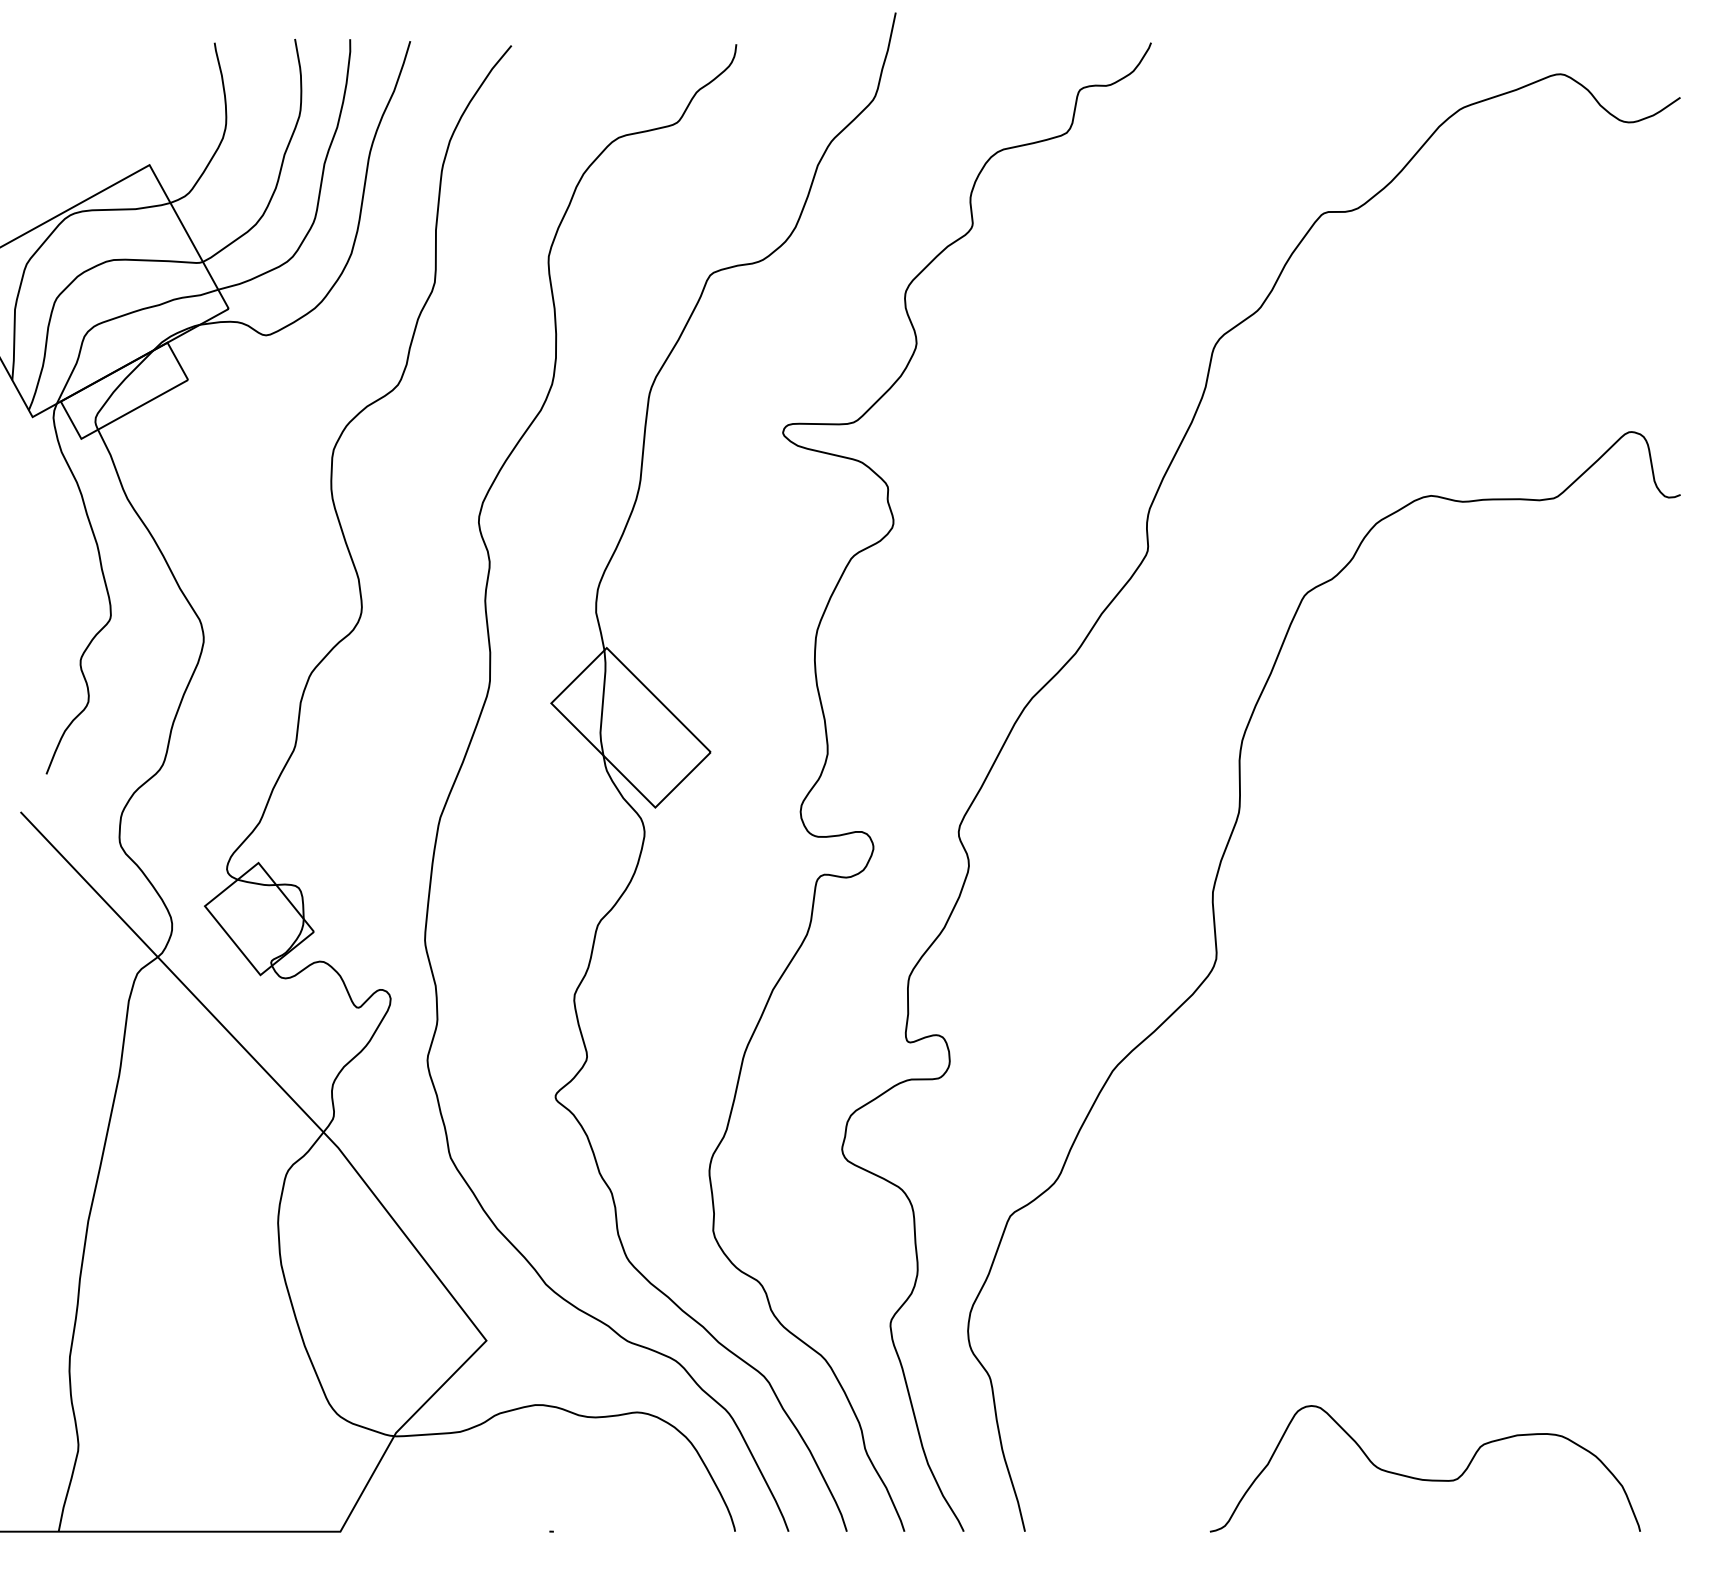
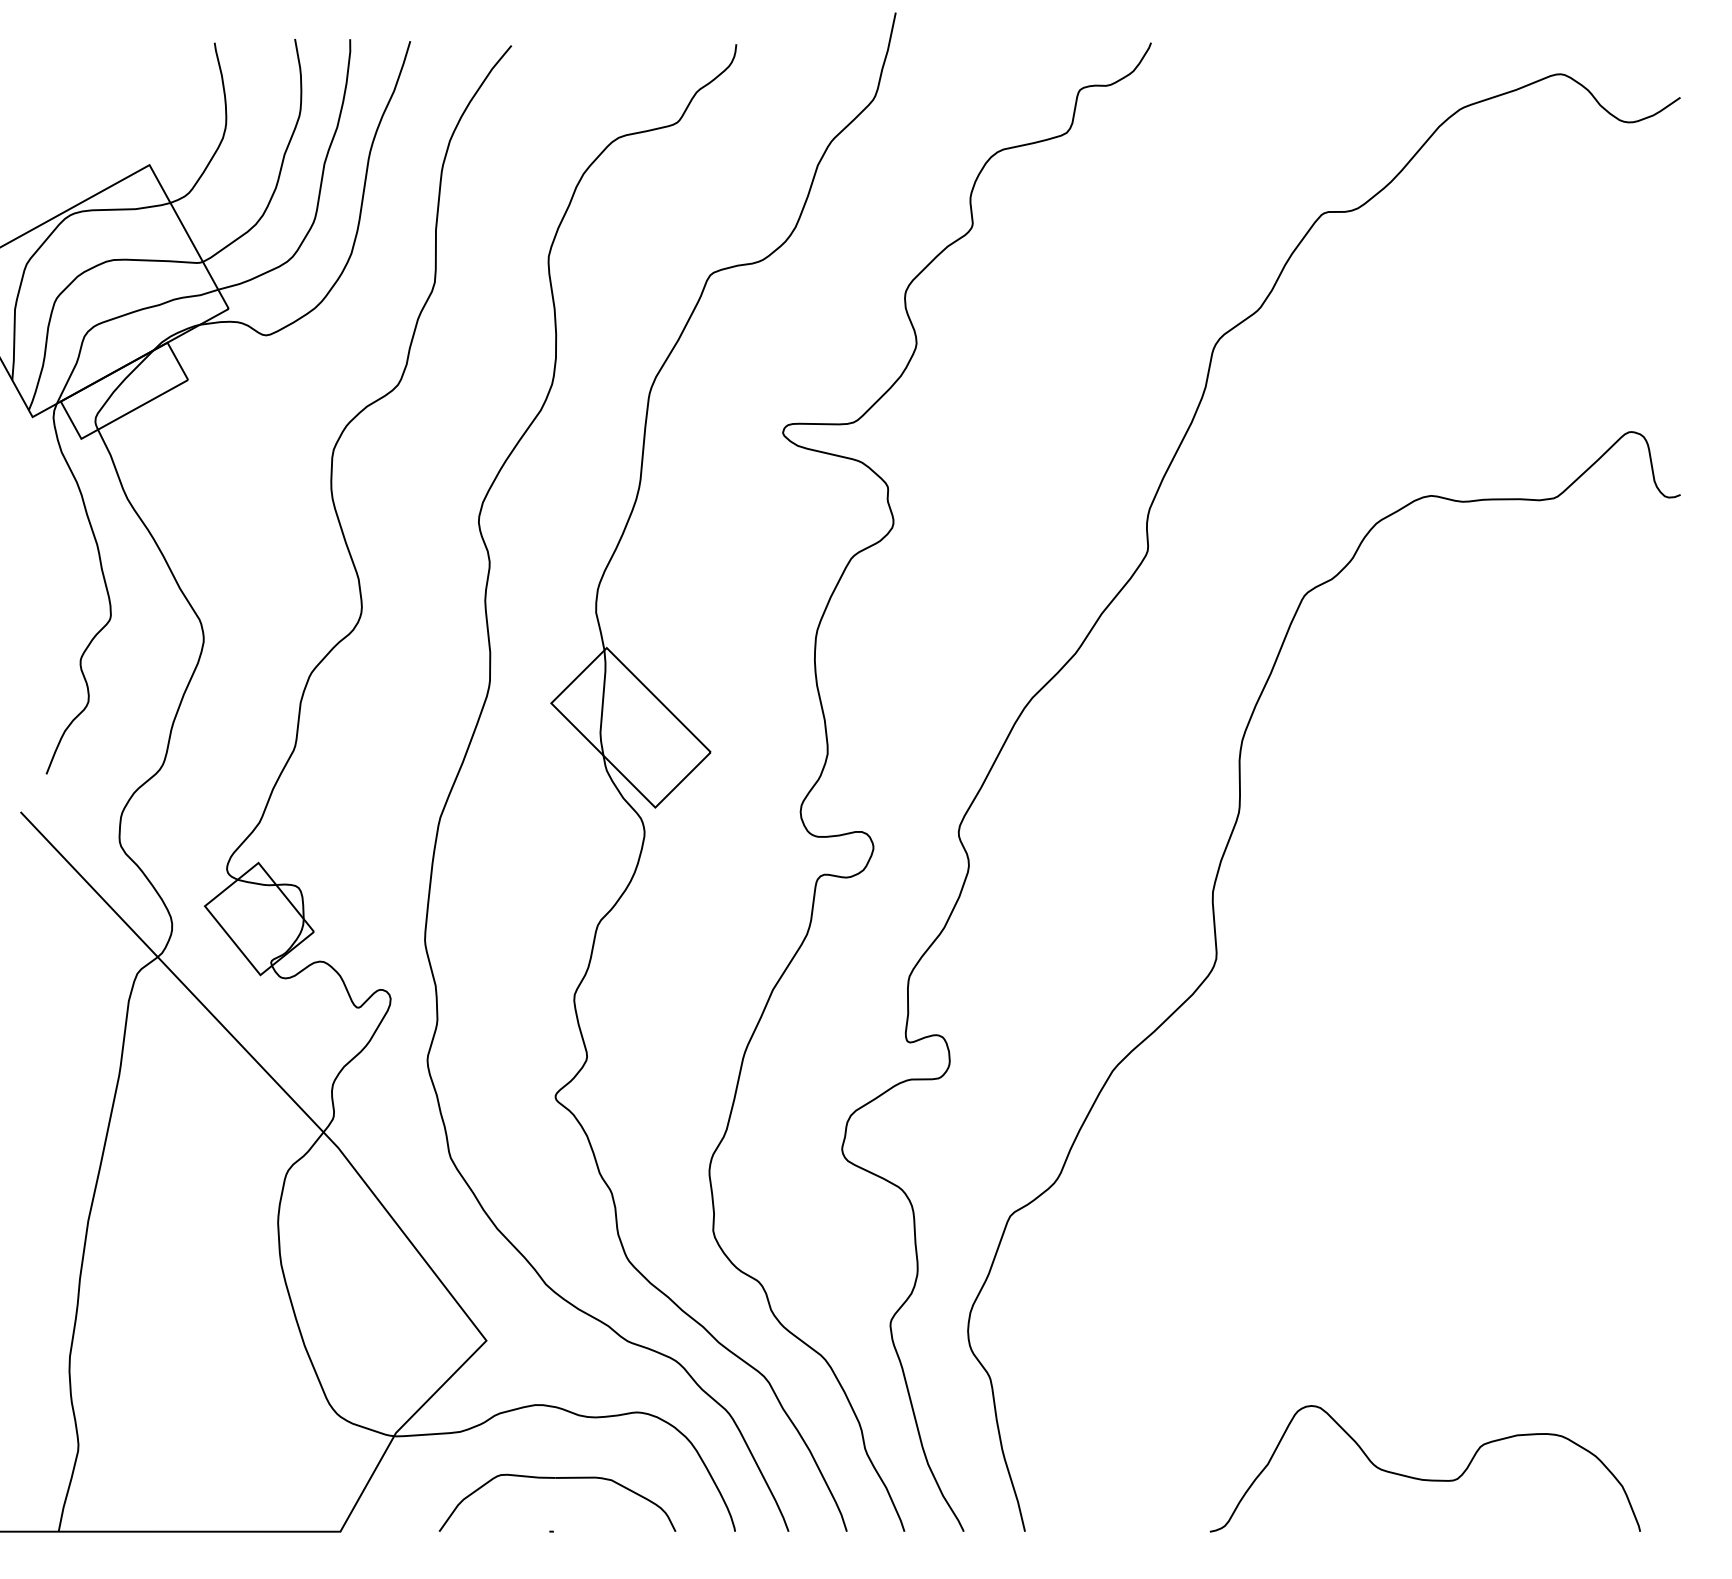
part at (557, 1478): none -> present
